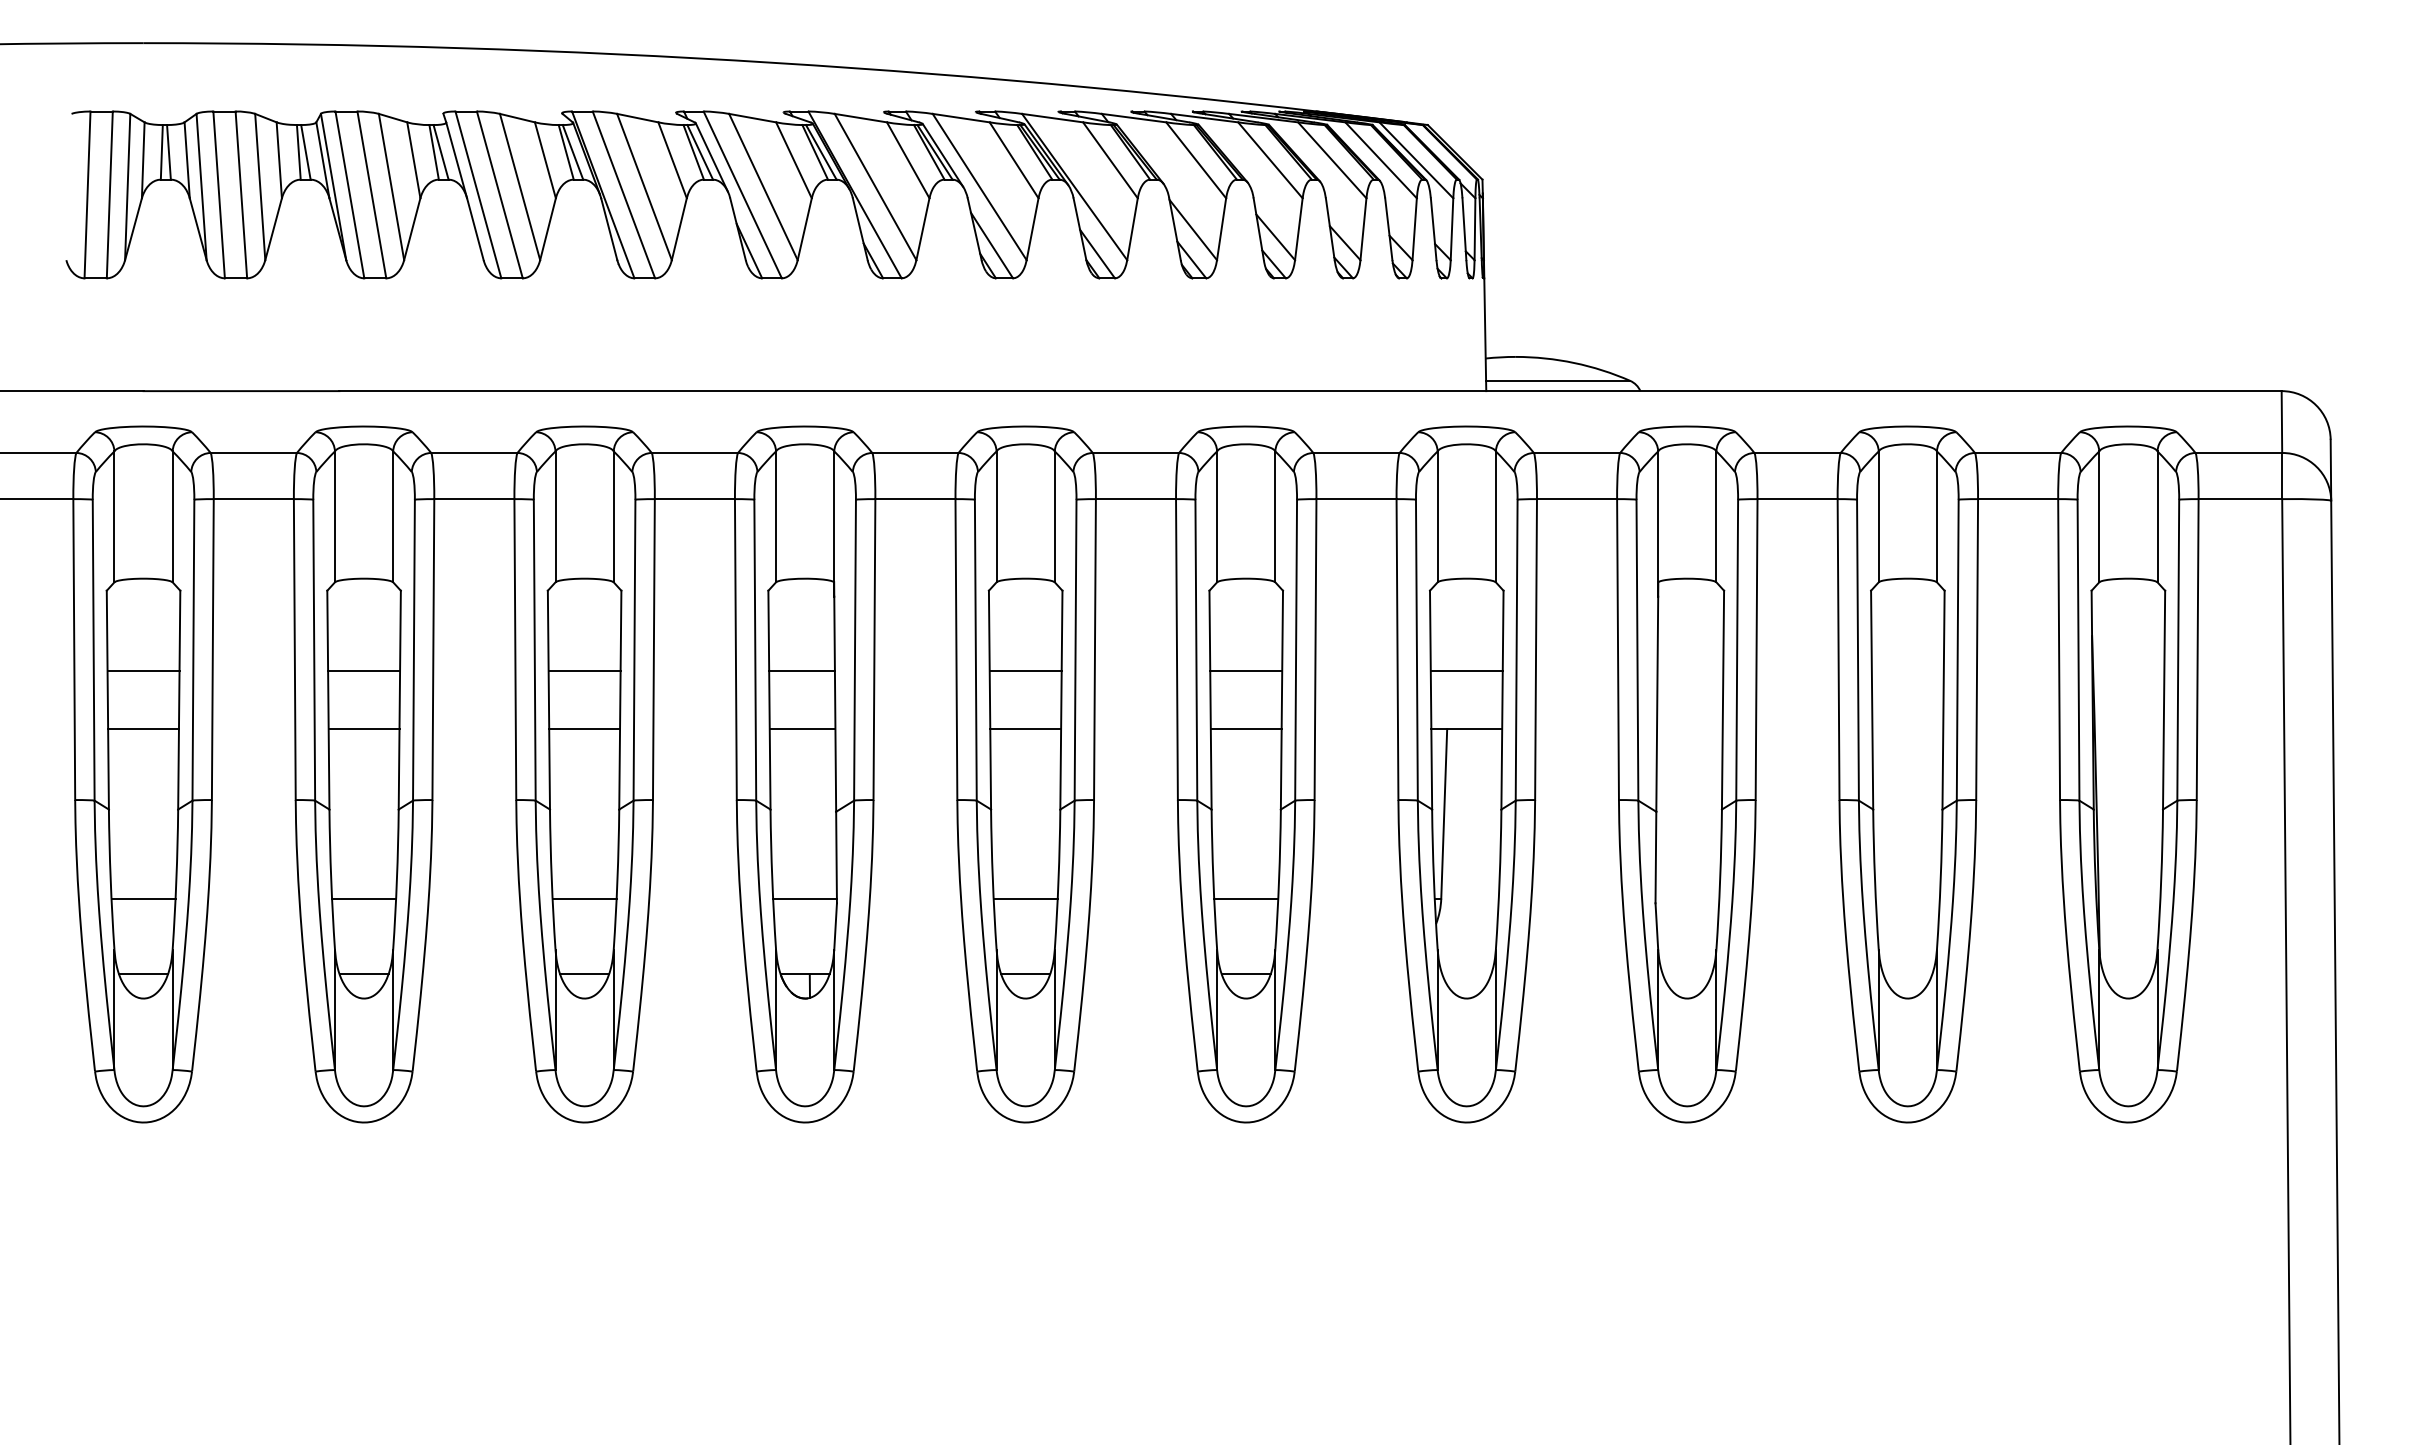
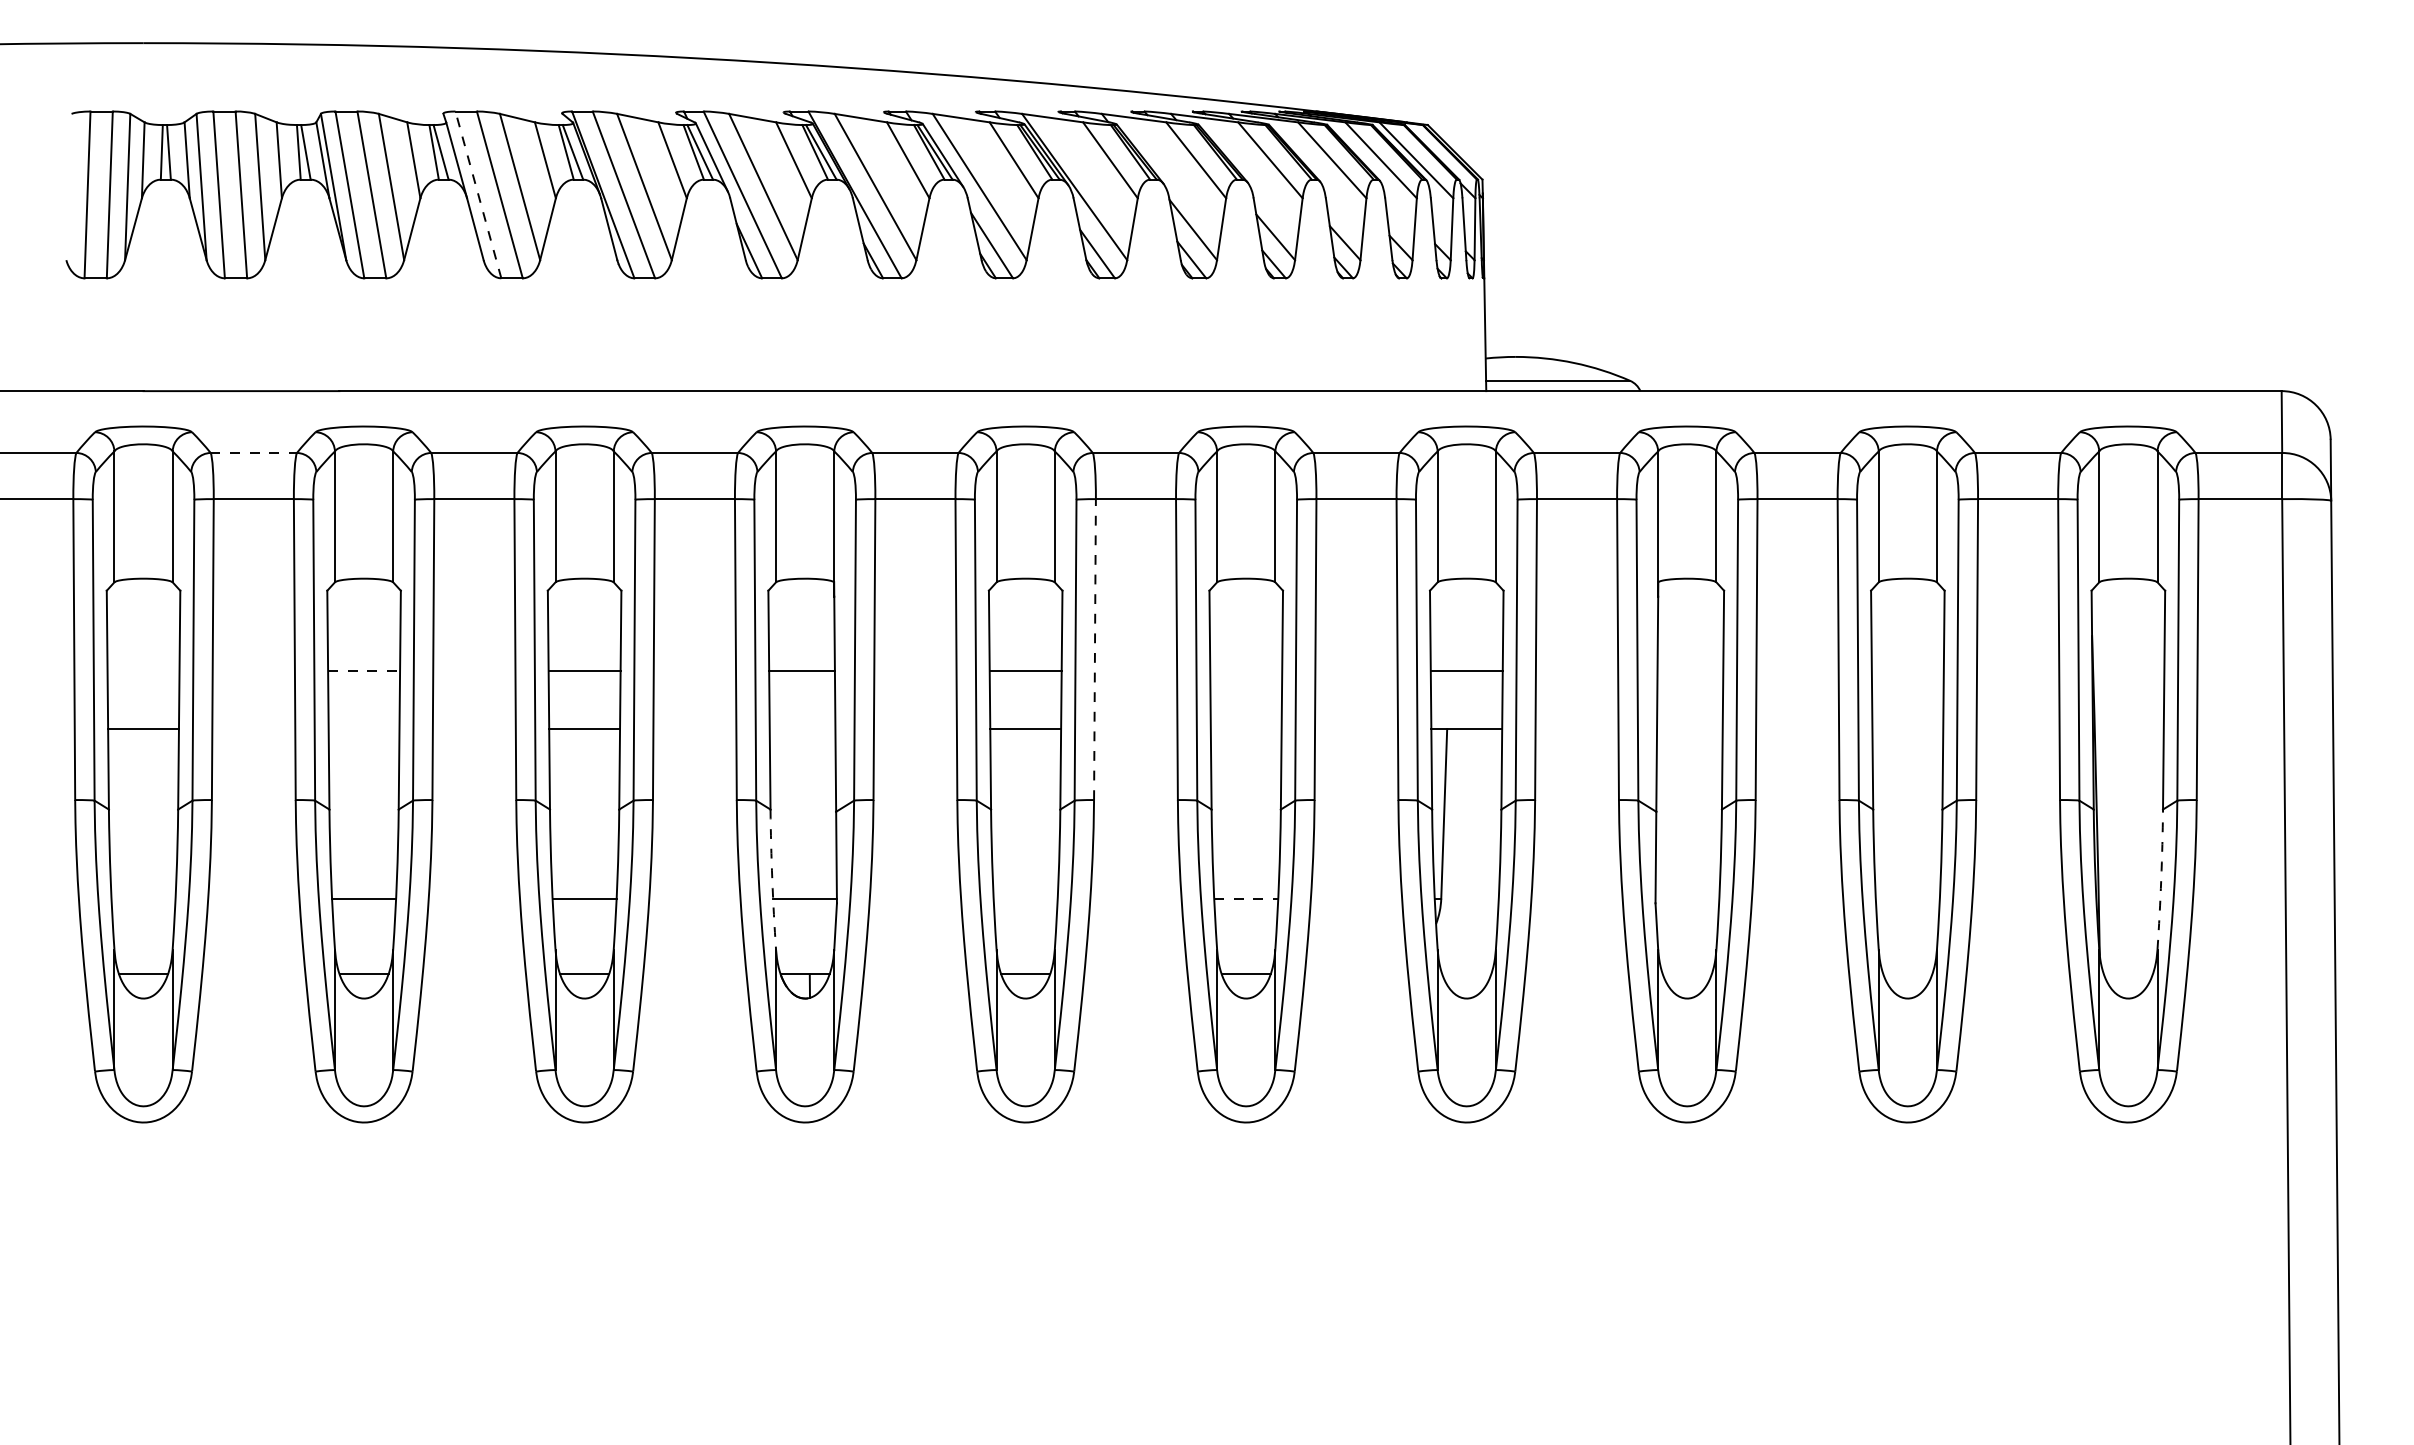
line at (478, 194): solid -> dashed
line at (254, 452): solid -> dashed
line at (1094, 649): solid -> dashed
line at (143, 671): present -> none
line at (364, 671): solid -> dashed
line at (1246, 671): present -> none
line at (363, 729): present -> none
line at (802, 729): present -> none
line at (1245, 729): present -> none
arc at (772, 879): solid -> dashed
arc at (2161, 879): solid -> dashed
line at (143, 898): present -> none
line at (1025, 898): present -> none
line at (1246, 898): solid -> dashed
